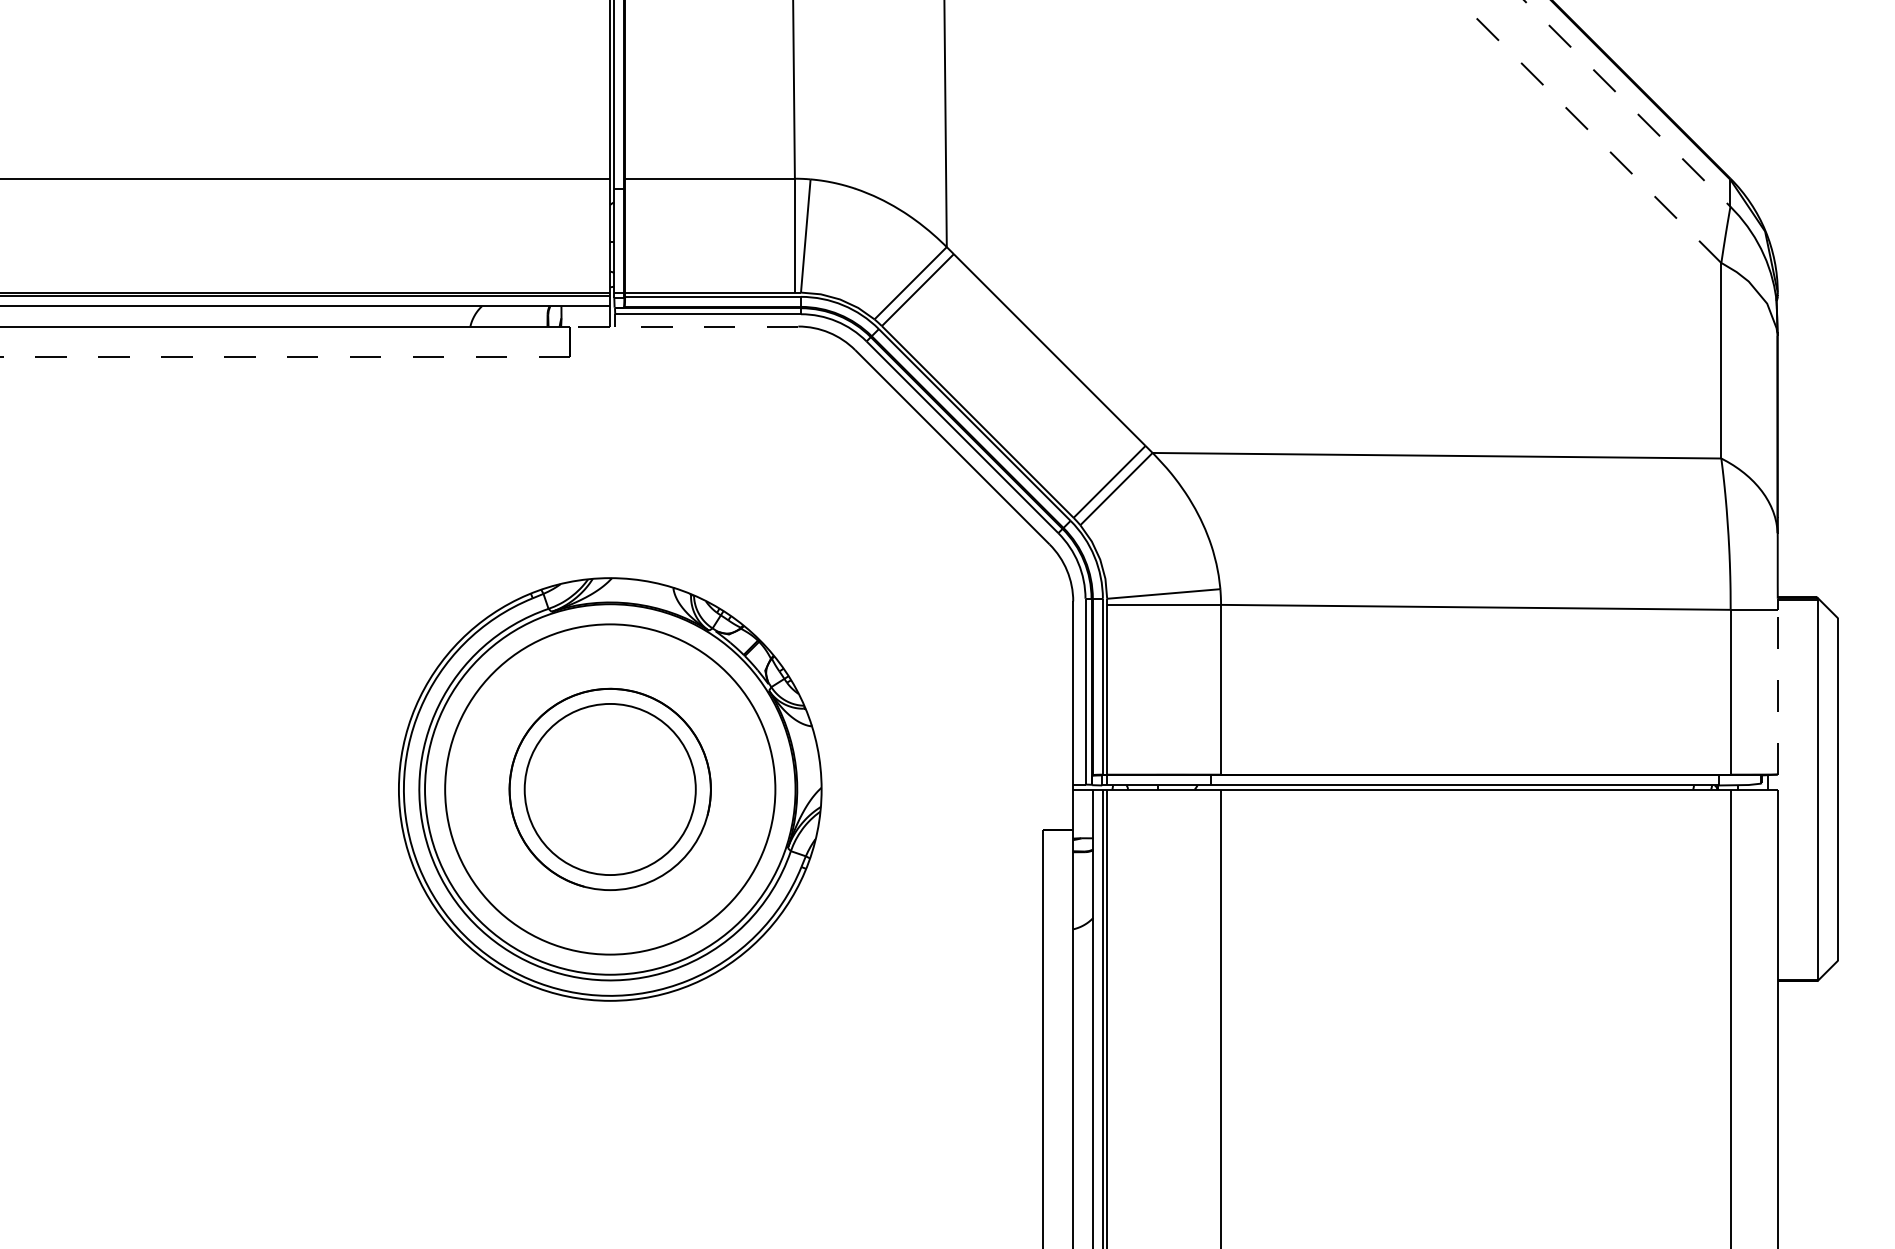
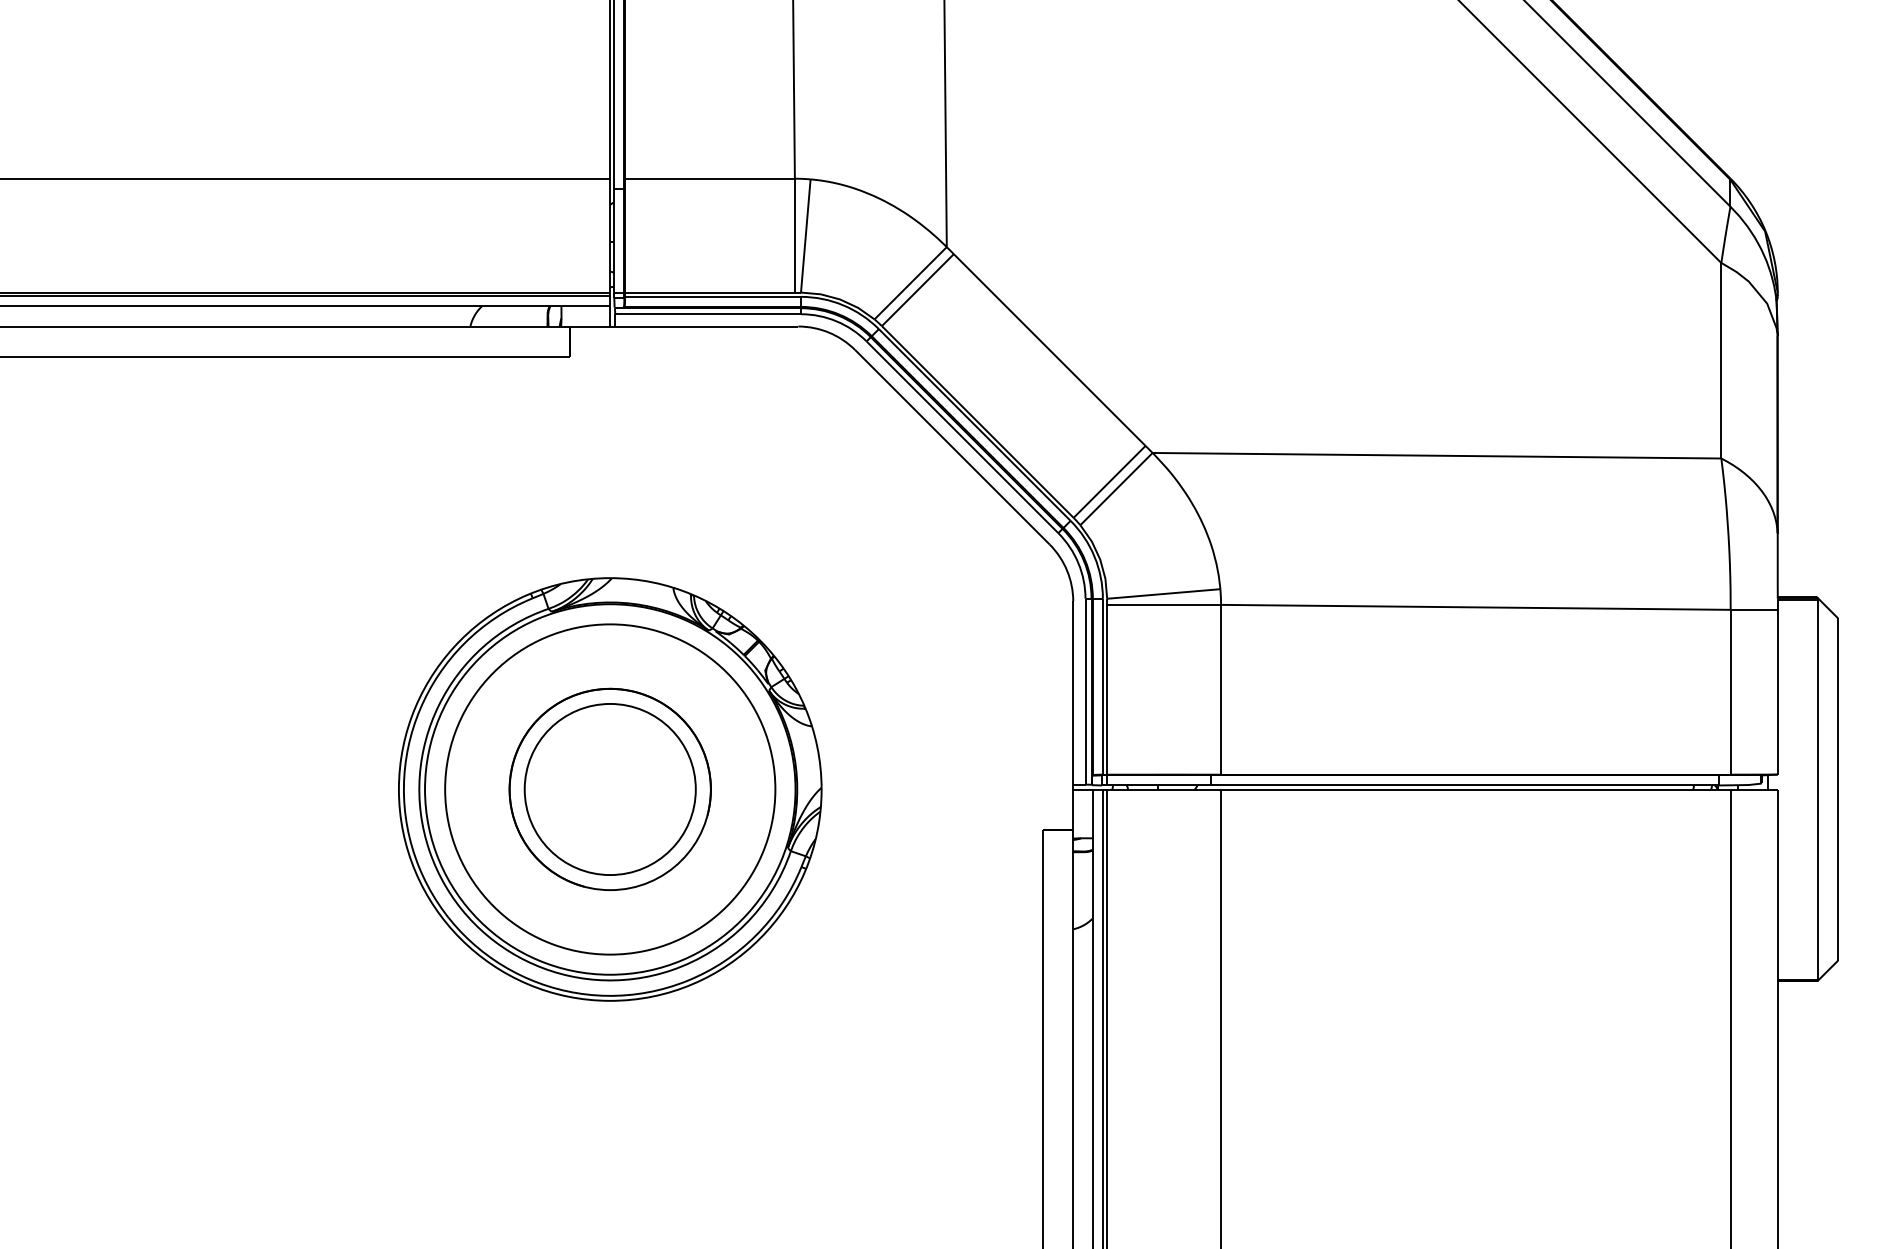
line at (1627, 103): dashed -> solid
line at (1589, 131): dashed -> solid
line at (683, 326): dashed -> solid
line at (285, 356): dashed -> solid
line at (1777, 692): dashed -> solid
